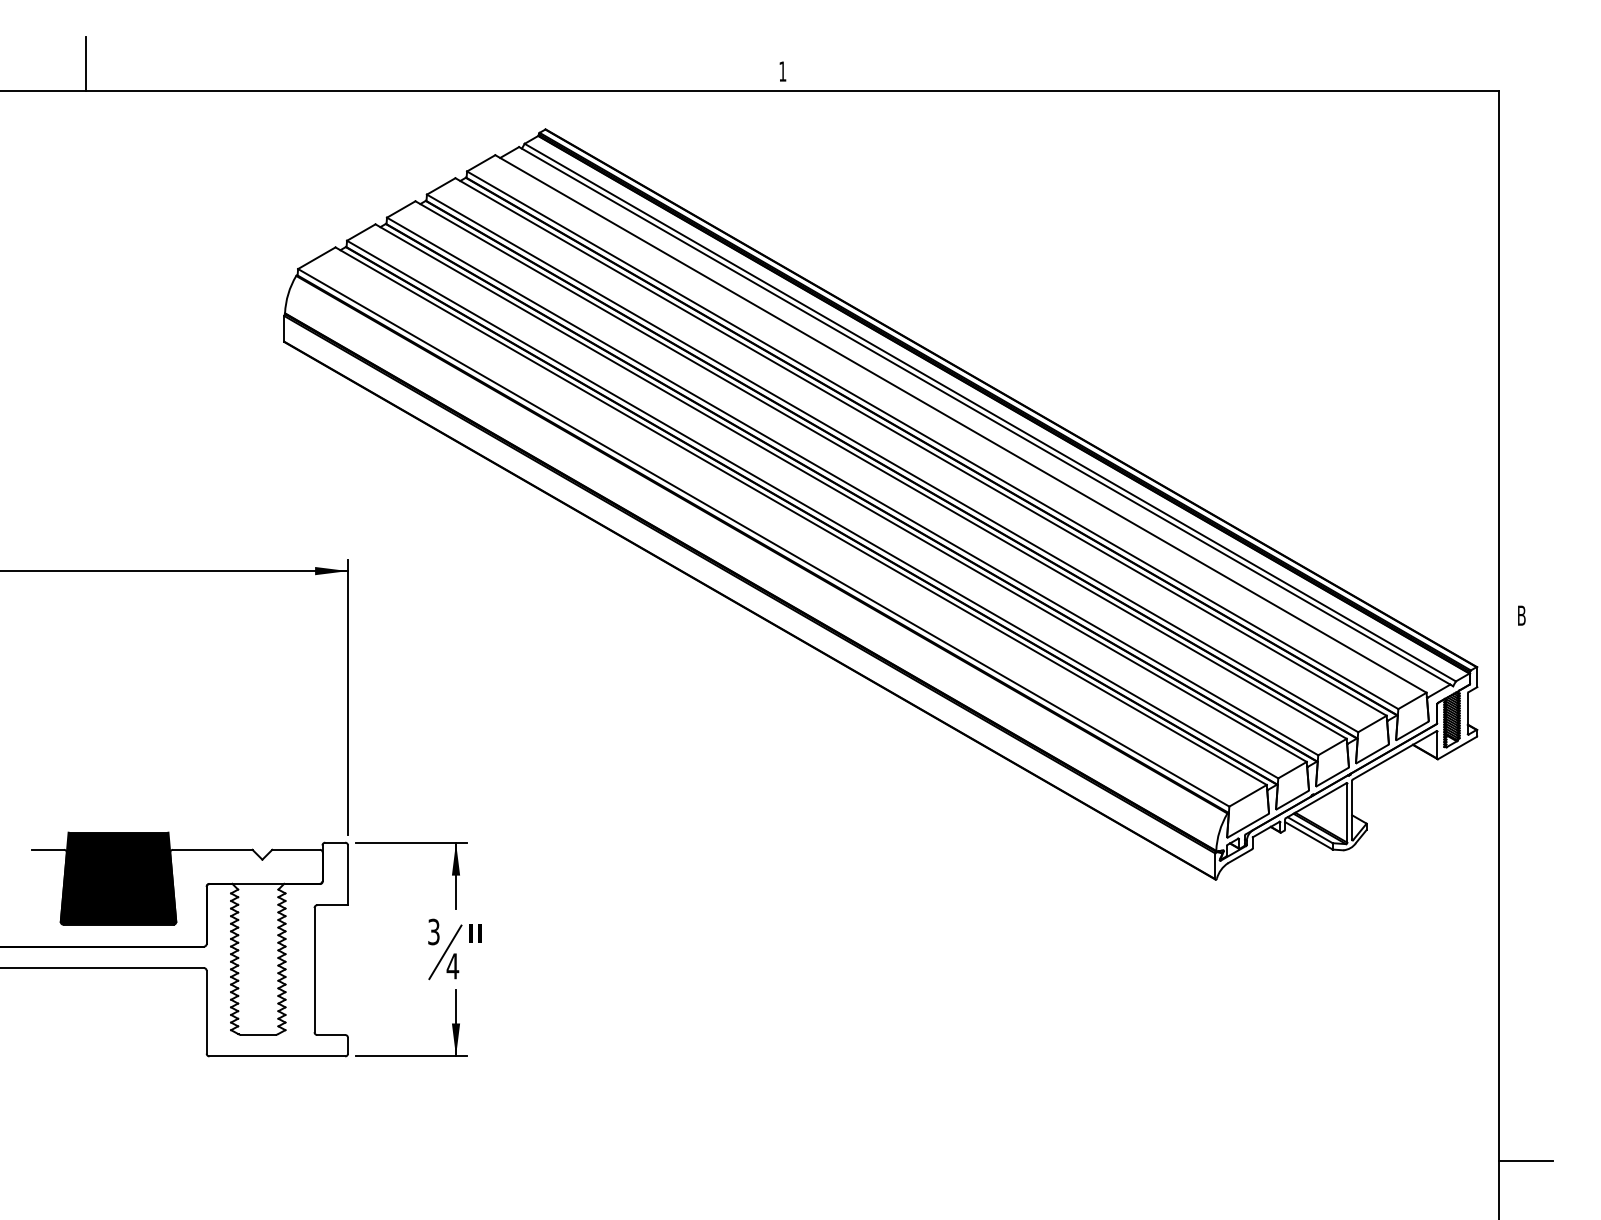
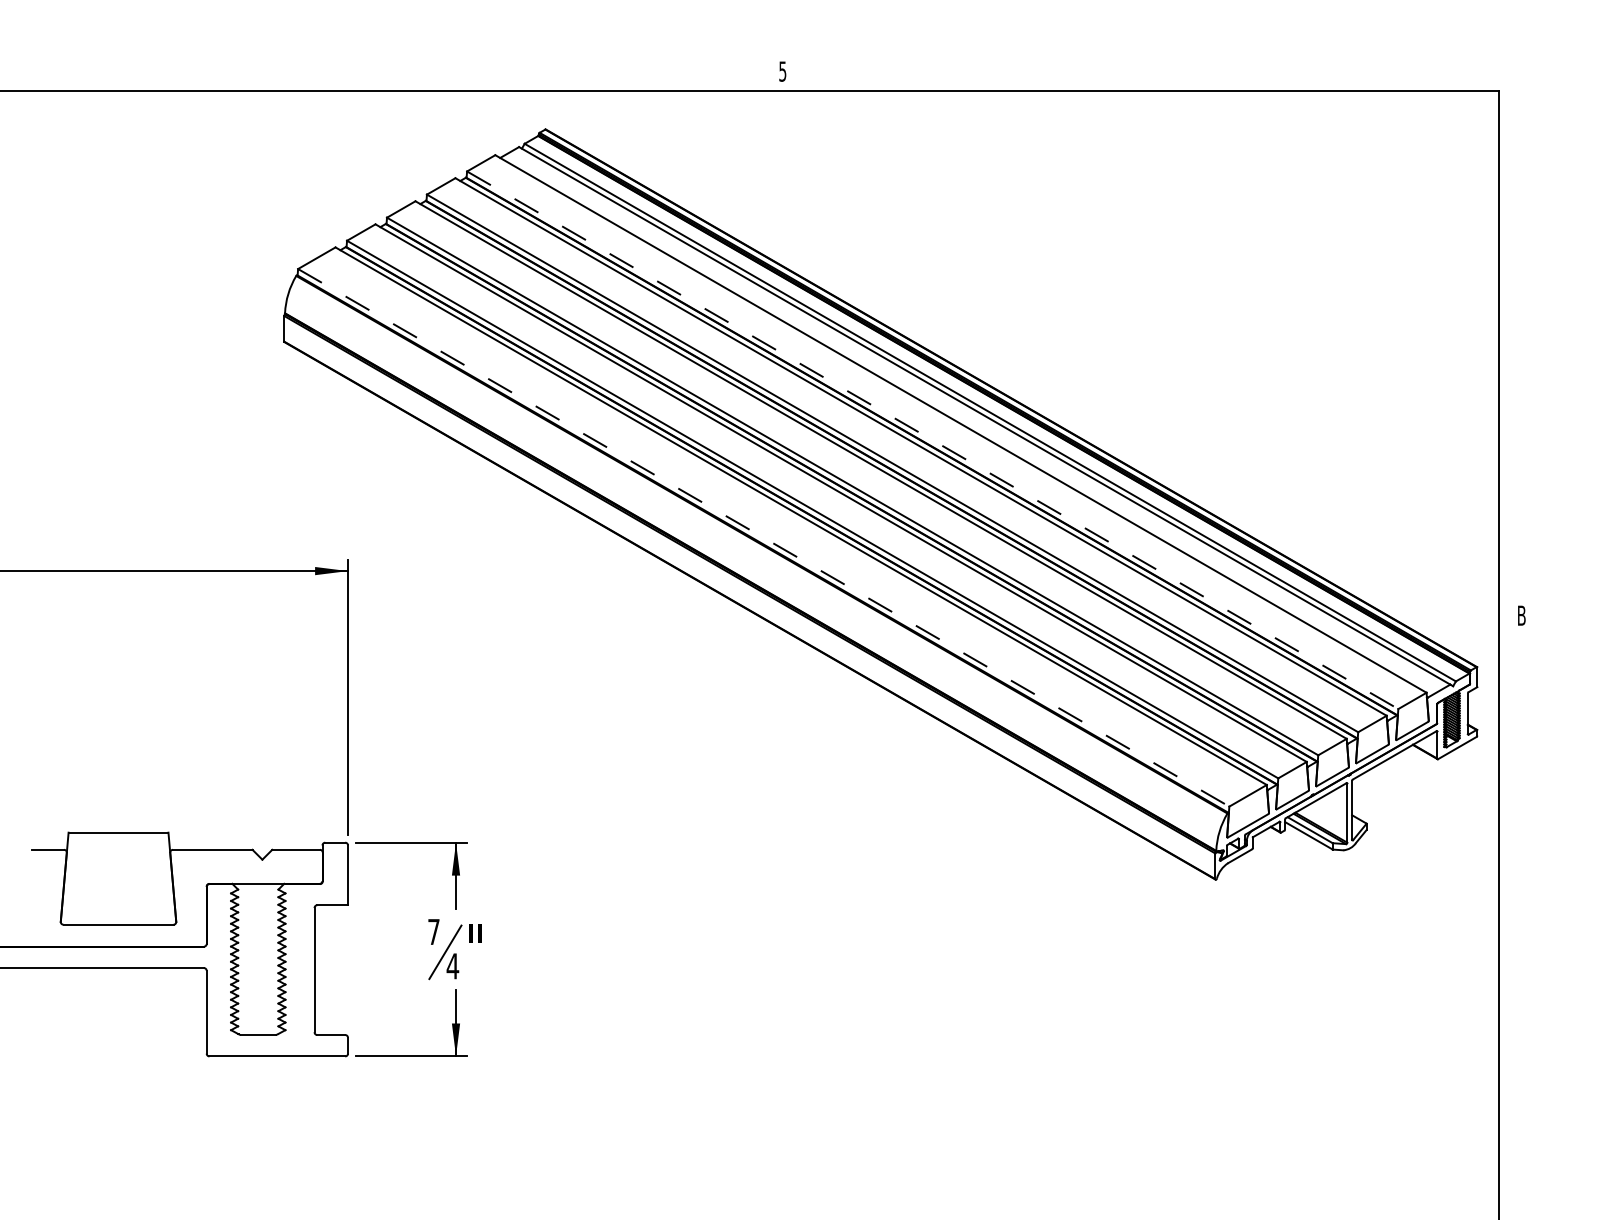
line at (85, 63): present -> none
text at (782, 71): 1 -> 5
line at (932, 440): solid -> dashed
line at (763, 537): solid -> dashed
fill at (118, 878): present -> none
text at (433, 931): 3 -> 7
line at (1525, 1160): present -> none
